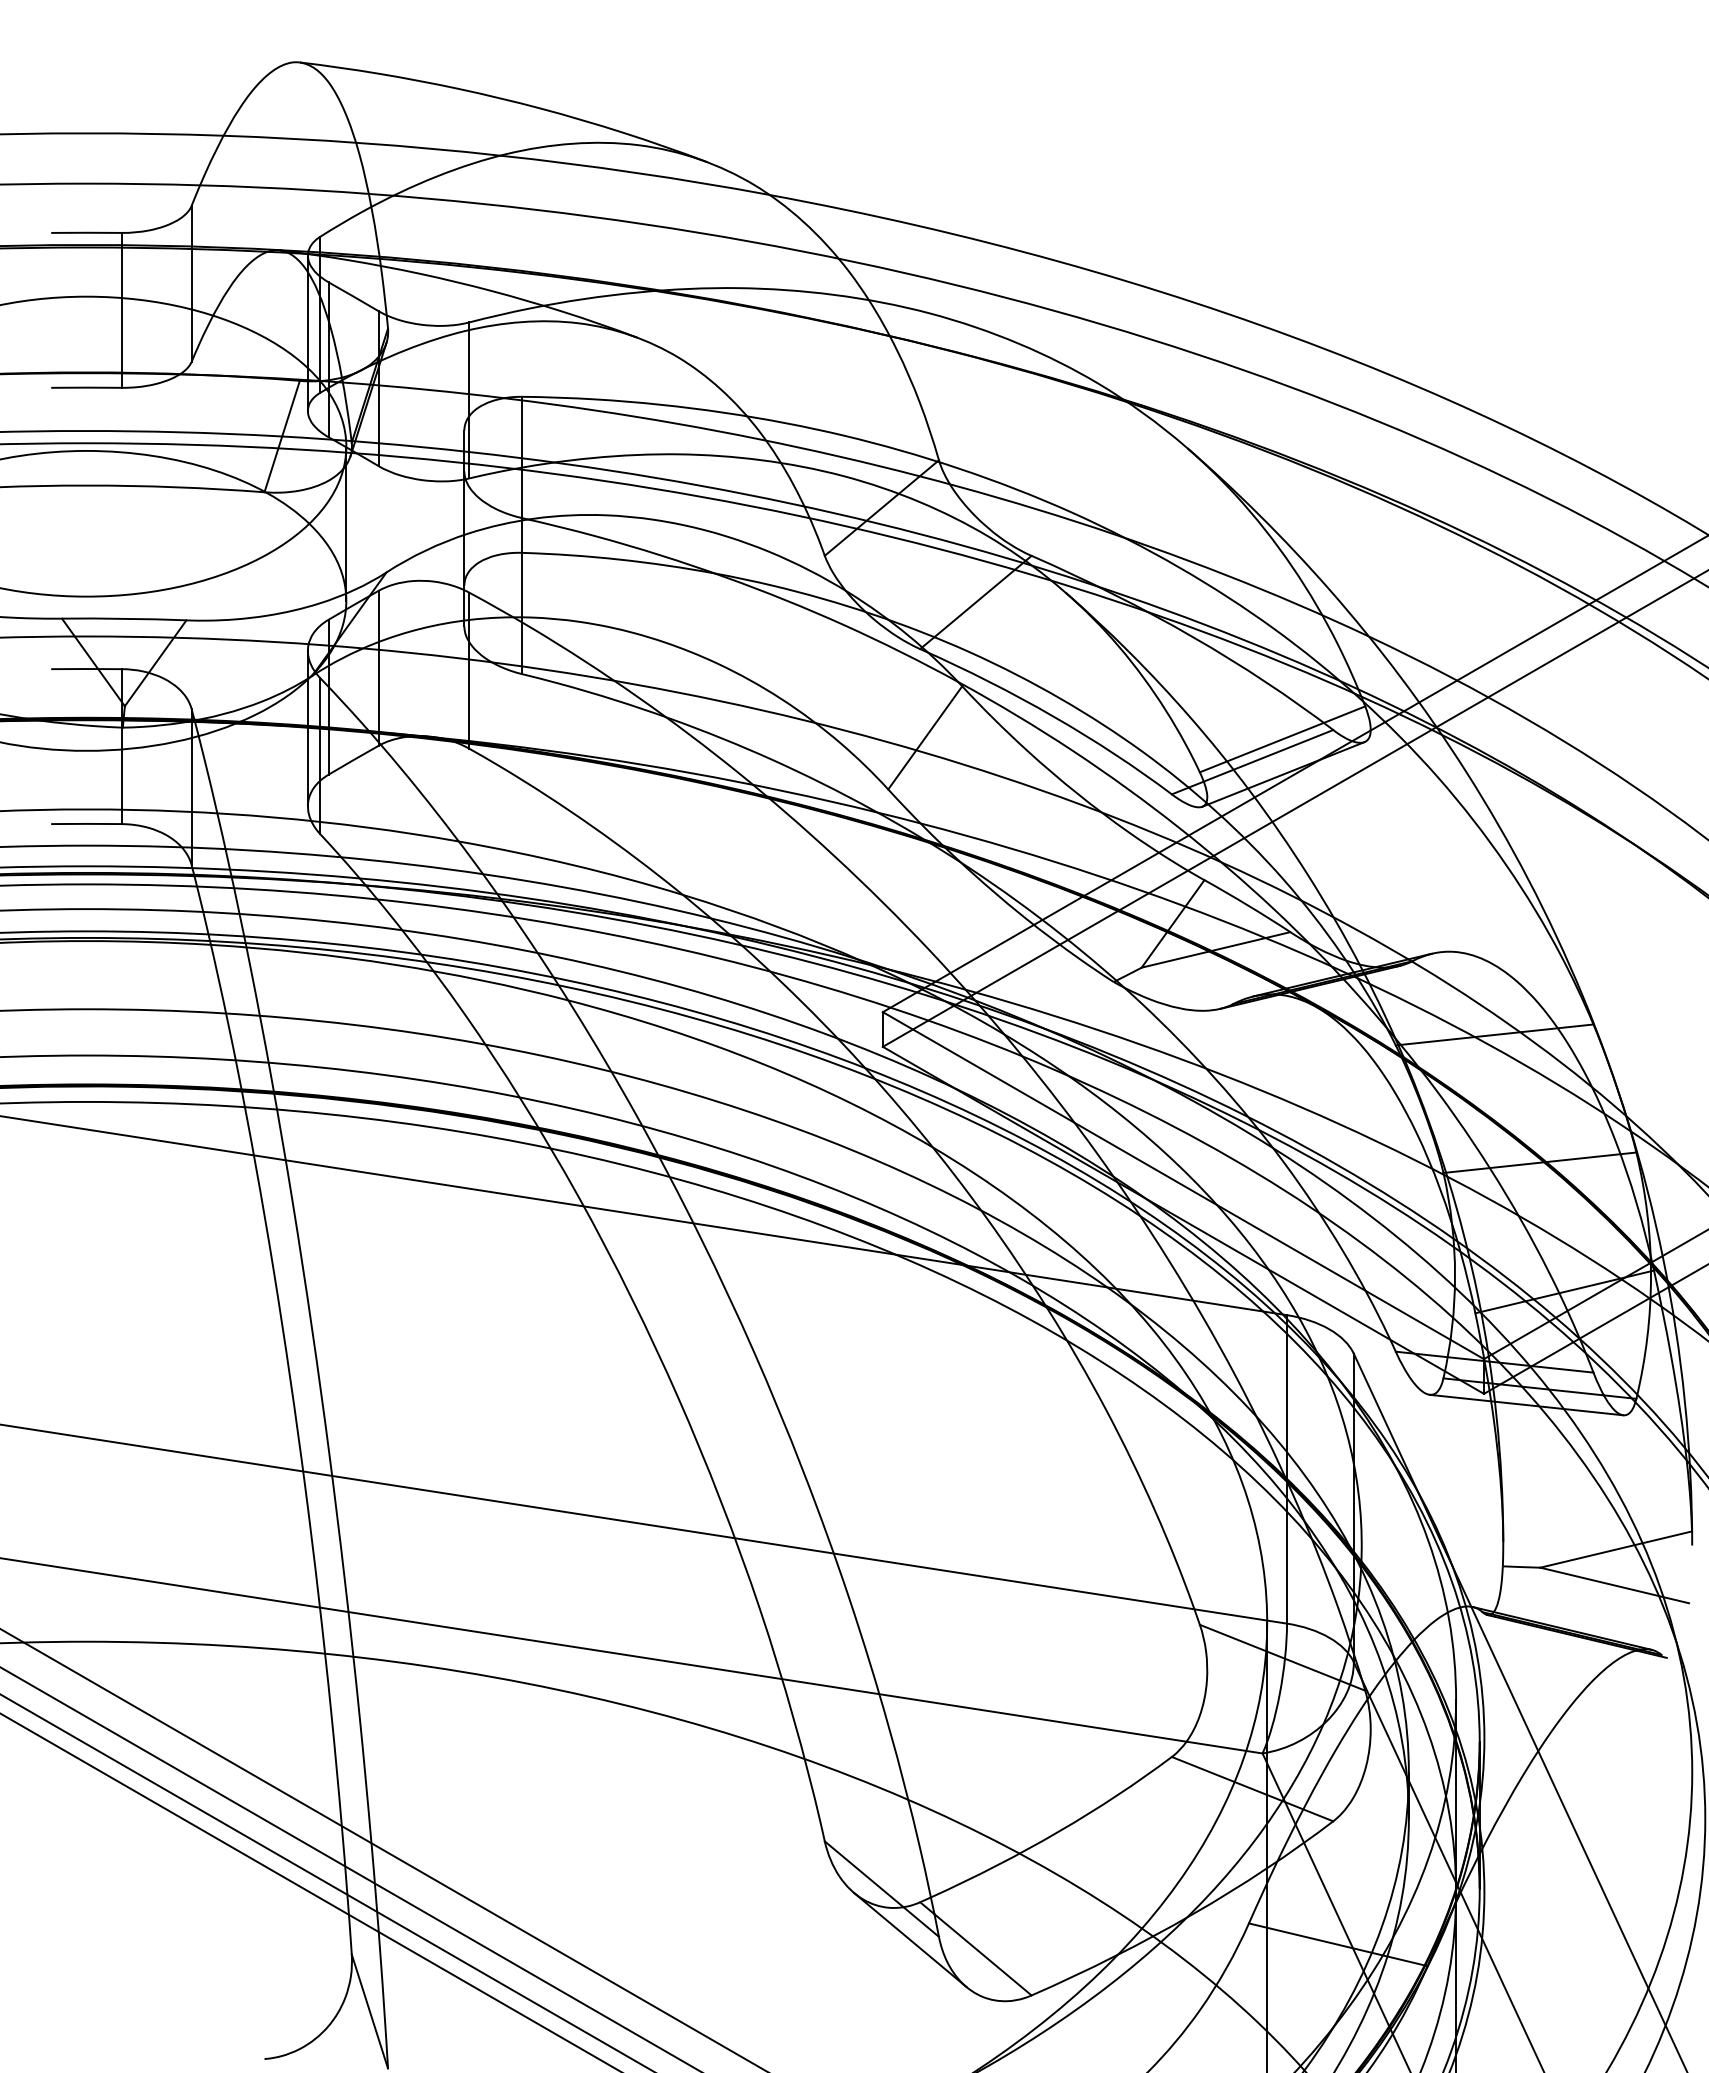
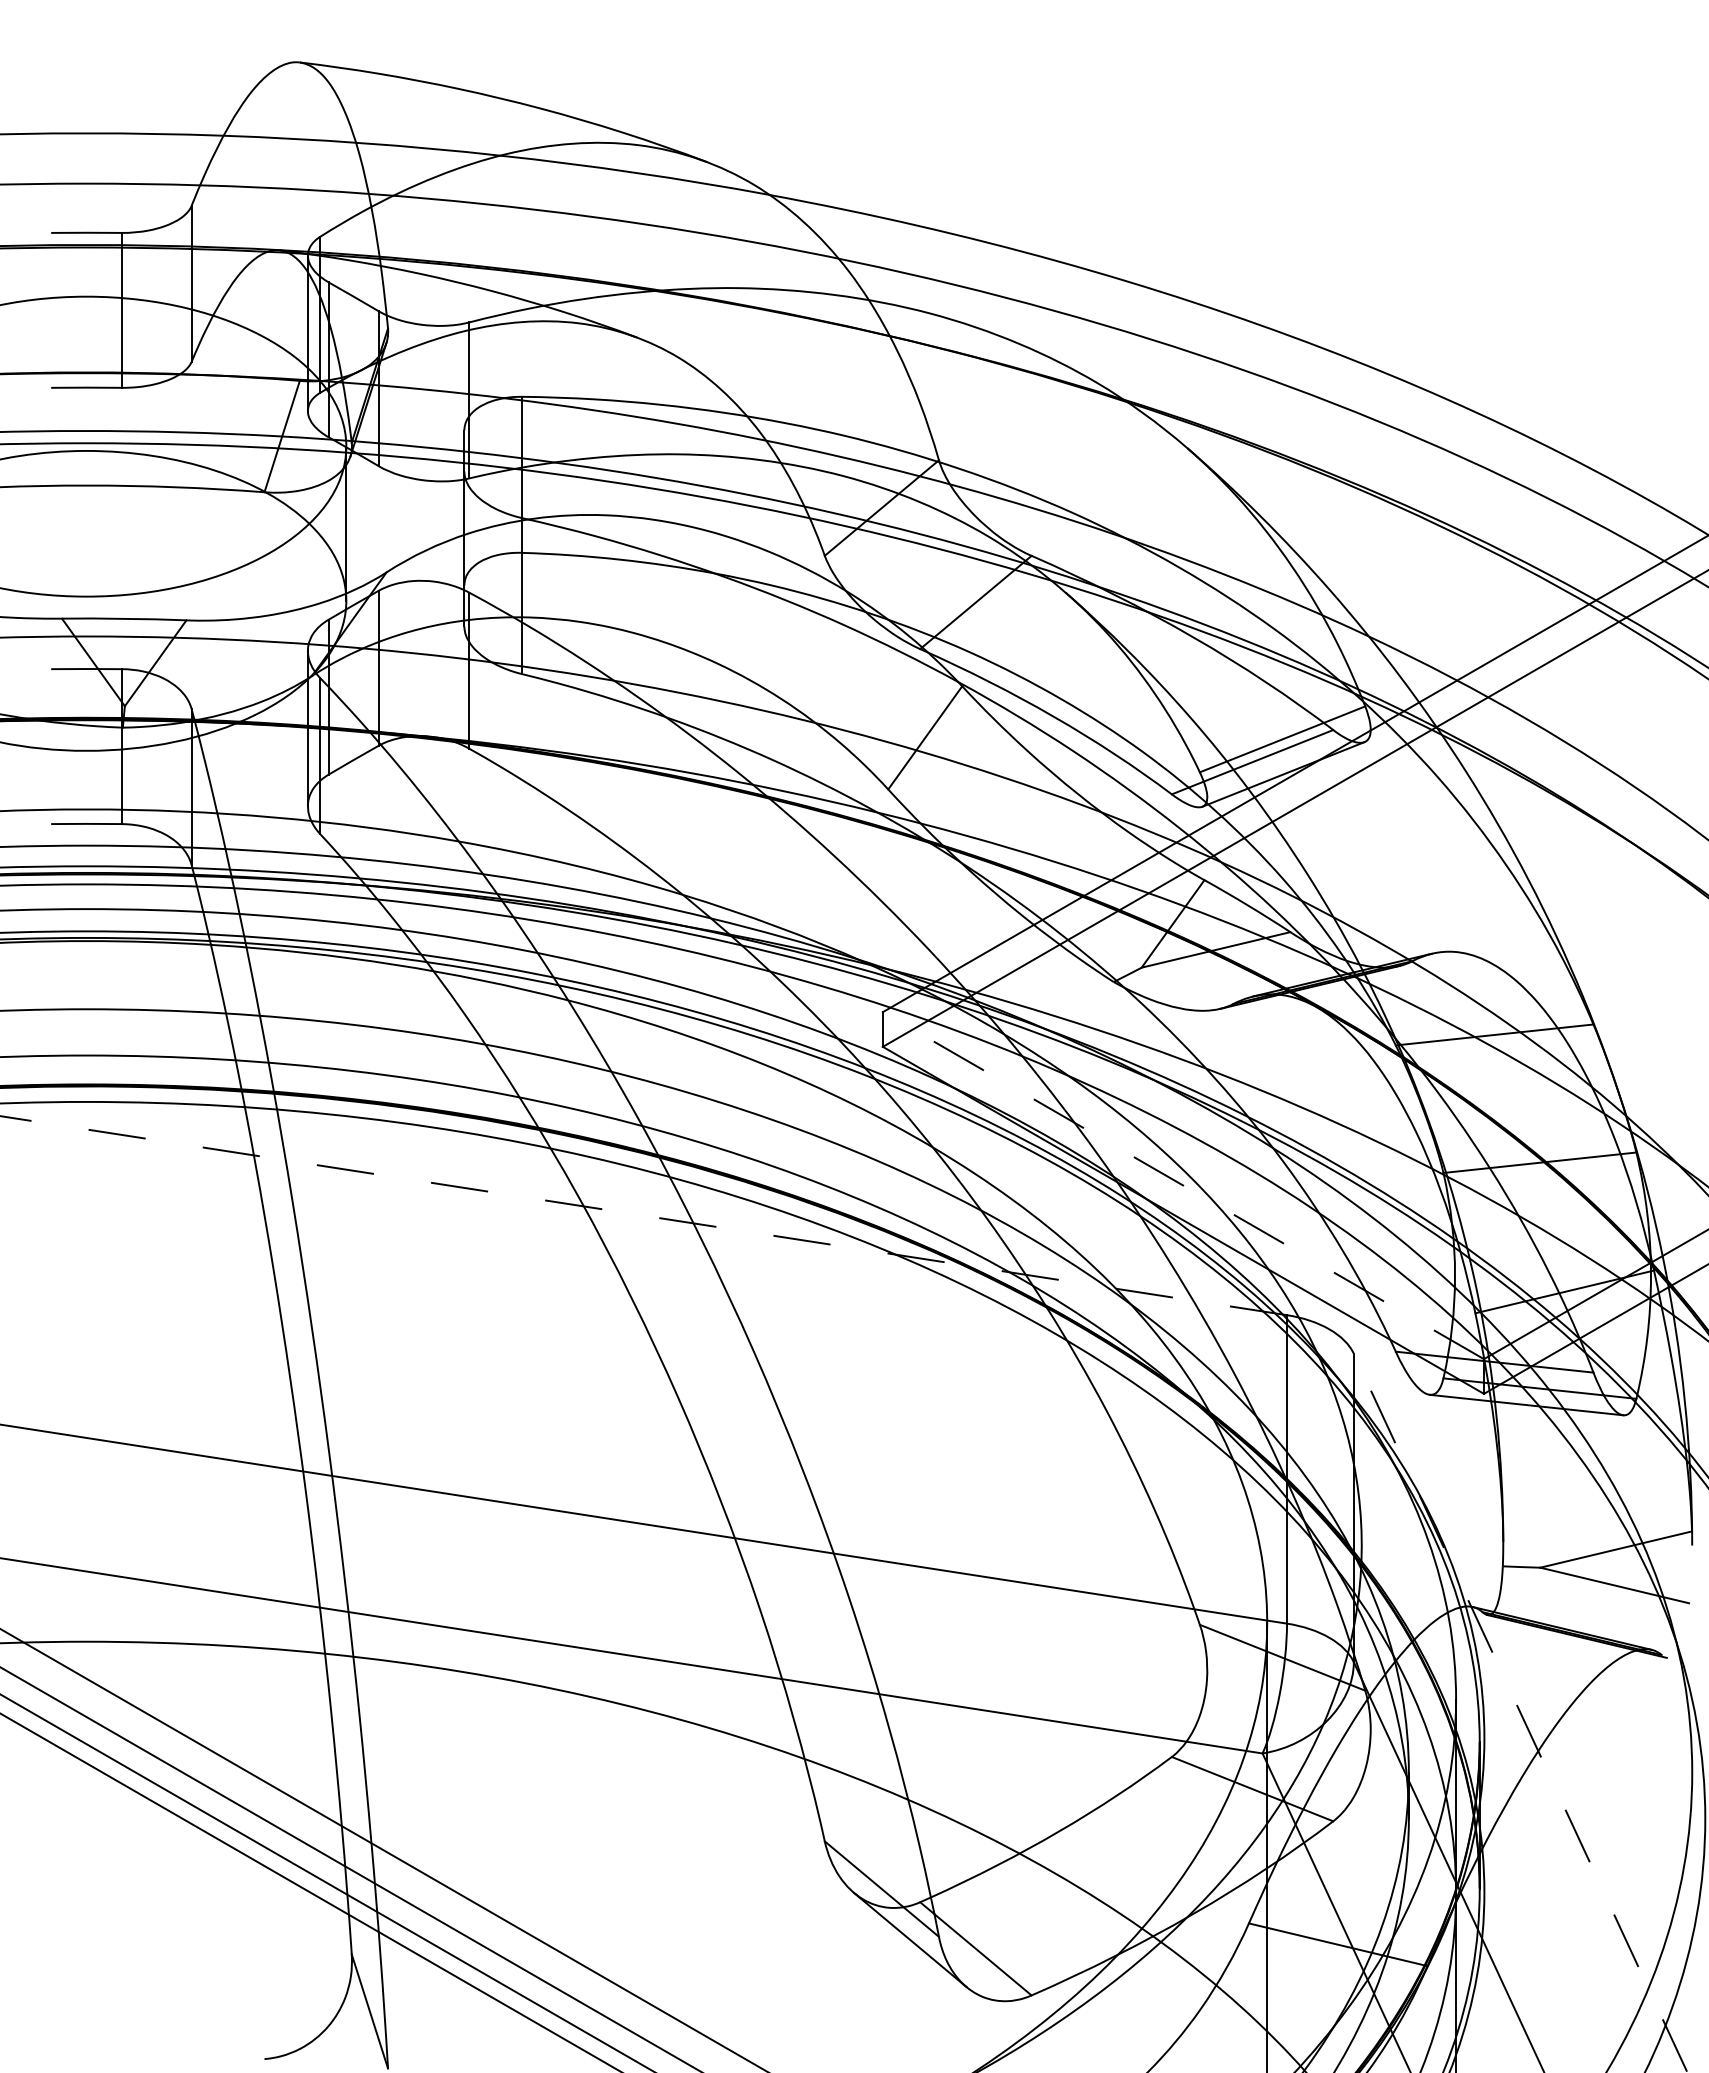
line at (1183, 1185): solid -> dashed
line at (643, 1215): solid -> dashed
line at (1520, 1712): solid -> dashed
